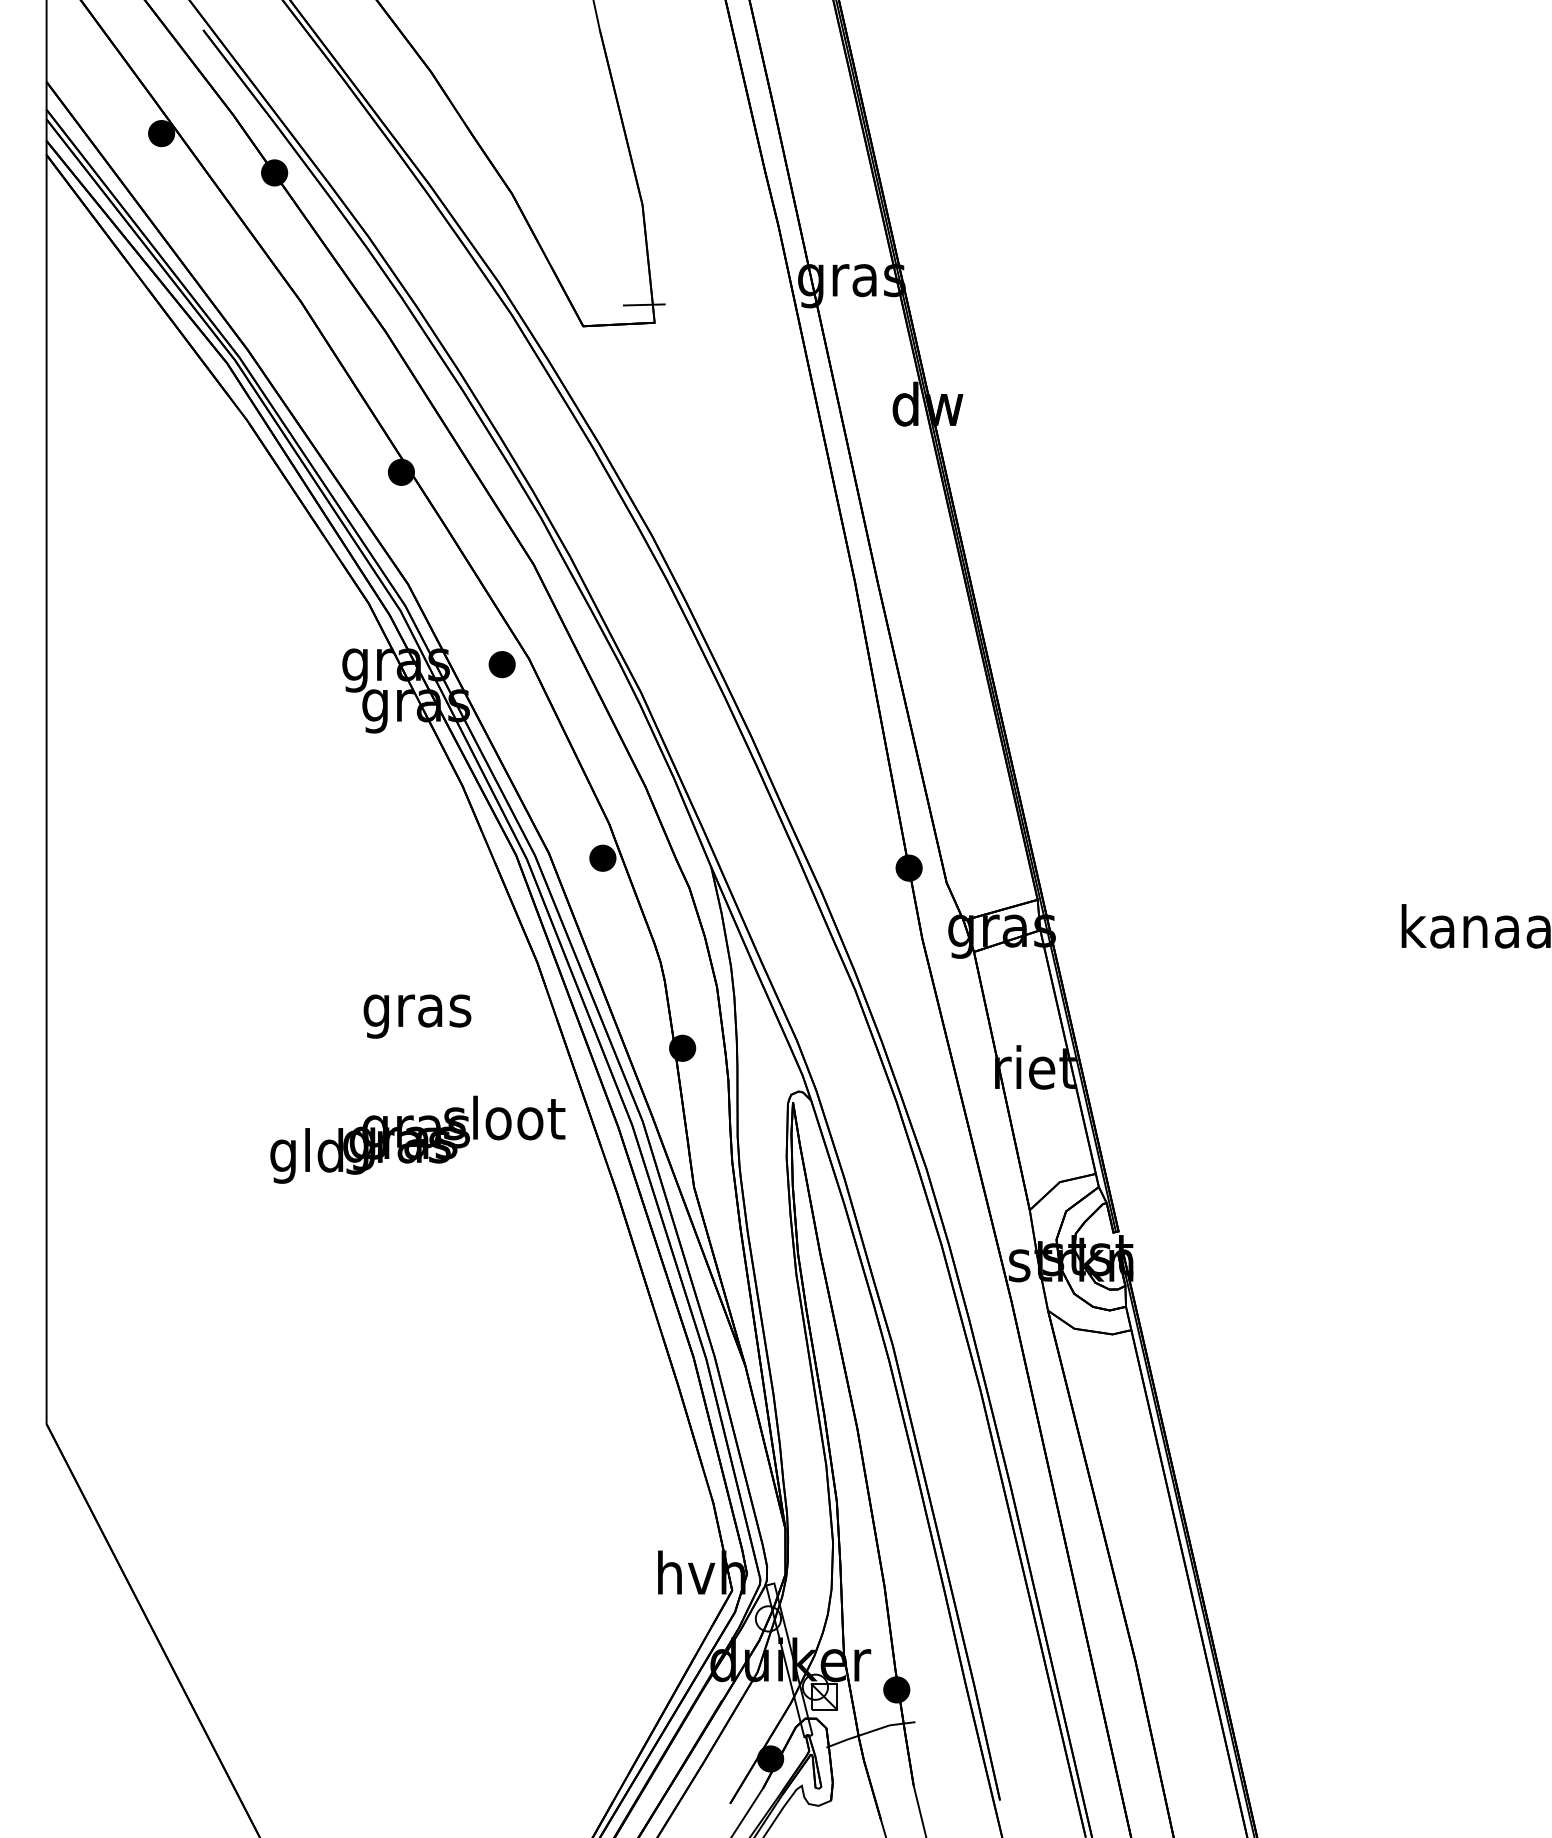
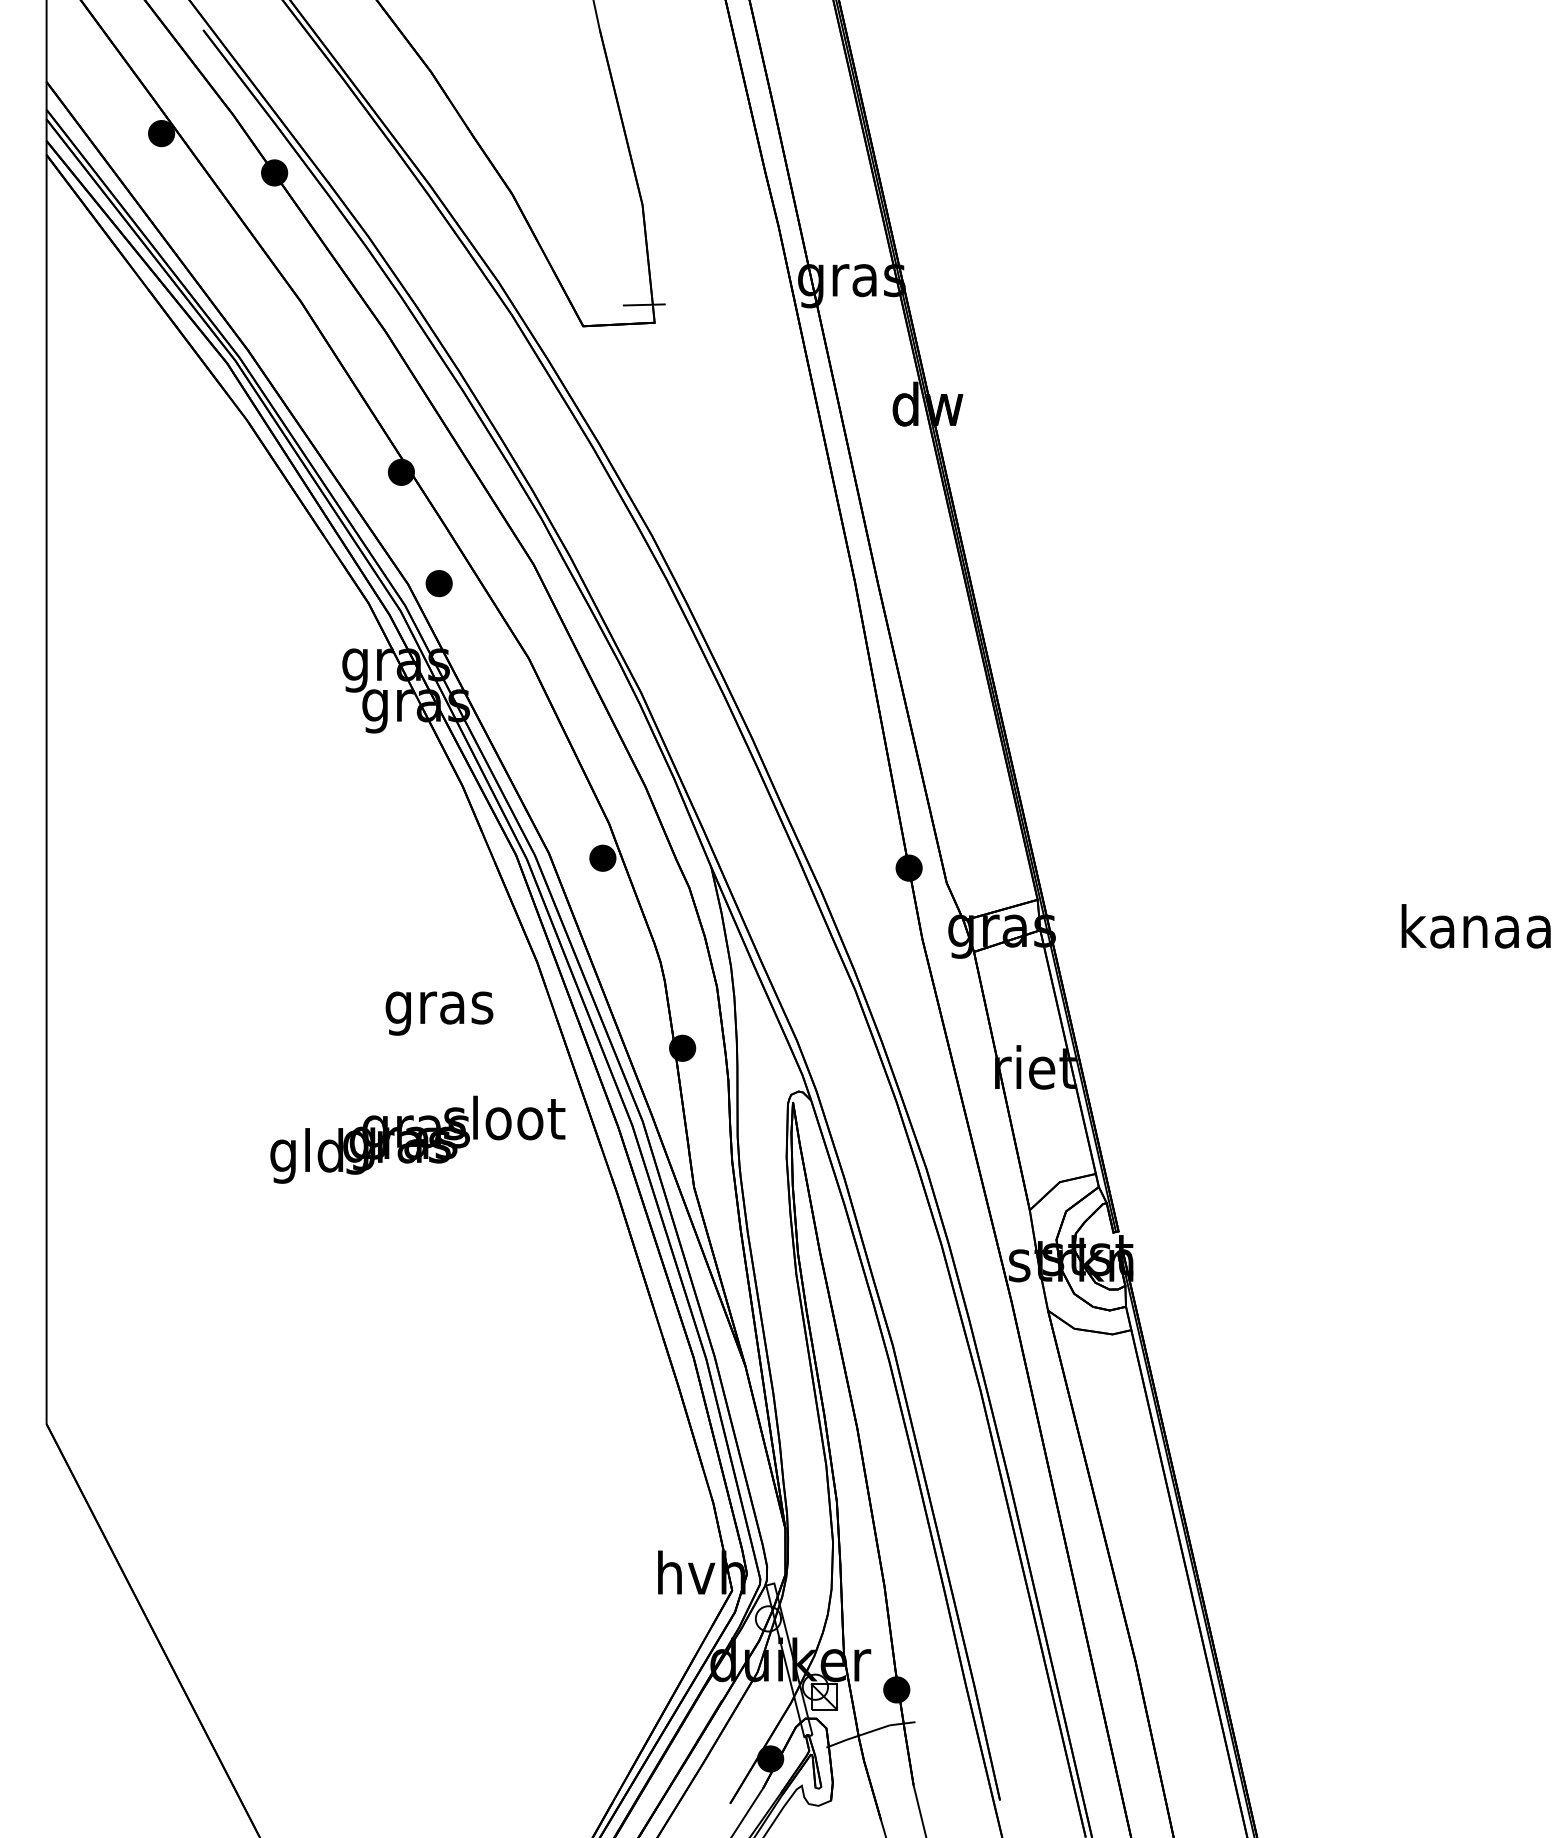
part at (501, 664) position: (501, 664) -> (438, 583)
text at (417, 1016) position: (417, 1016) -> (439, 1013)
